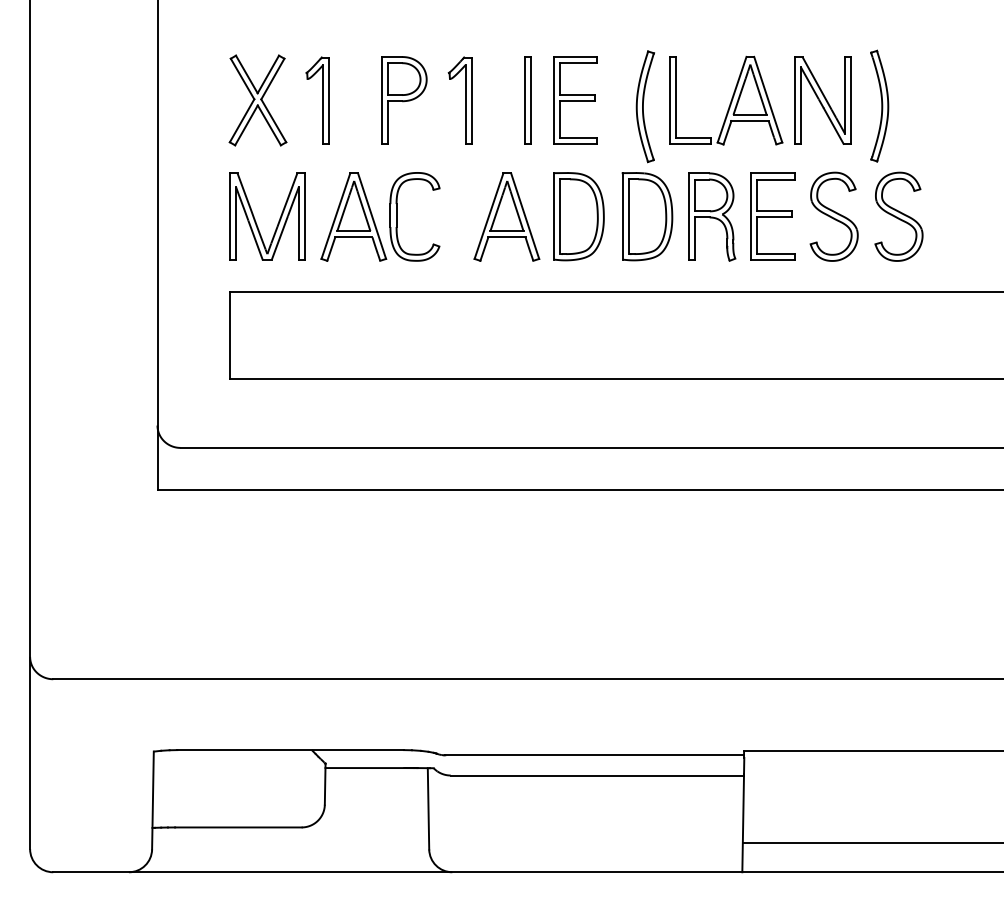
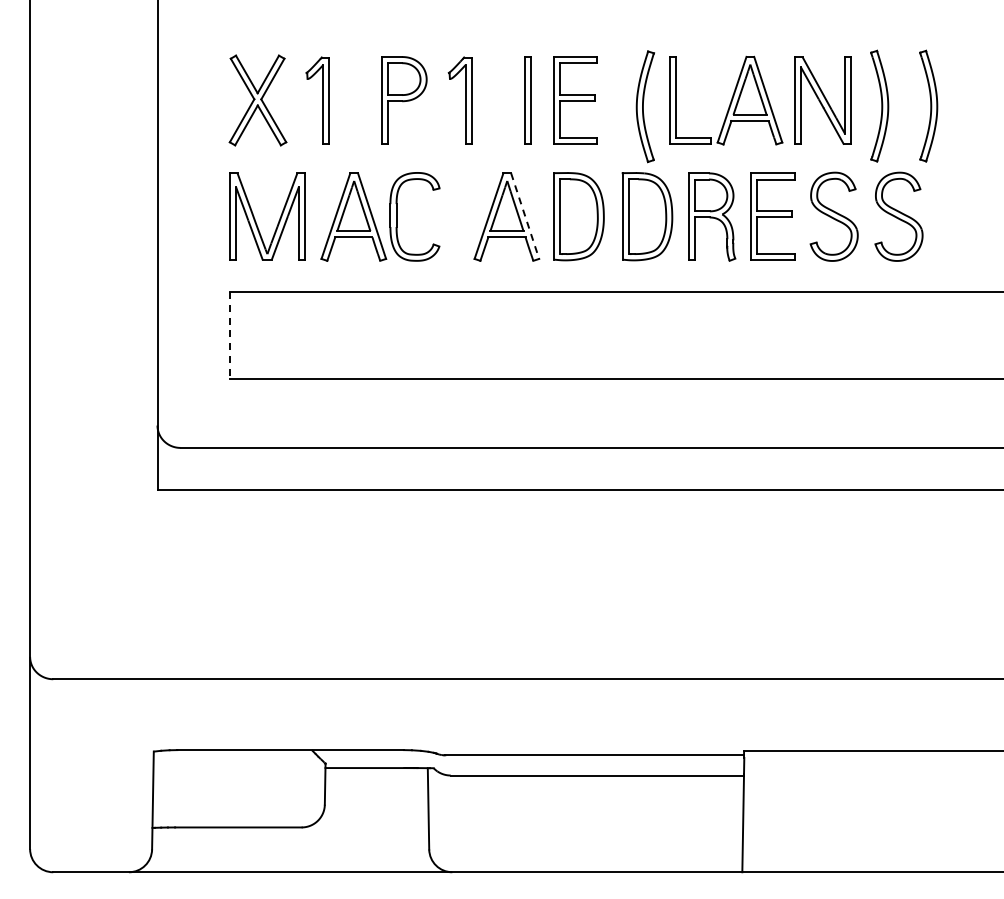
part at (928, 105): none -> present
line at (525, 216): solid -> dashed
line at (229, 336): solid -> dashed
line at (871, 843): present -> none
